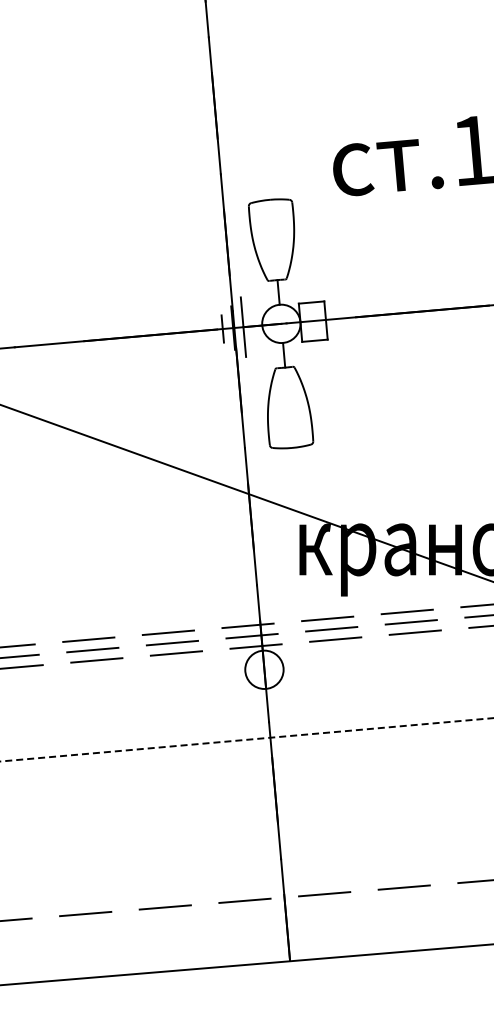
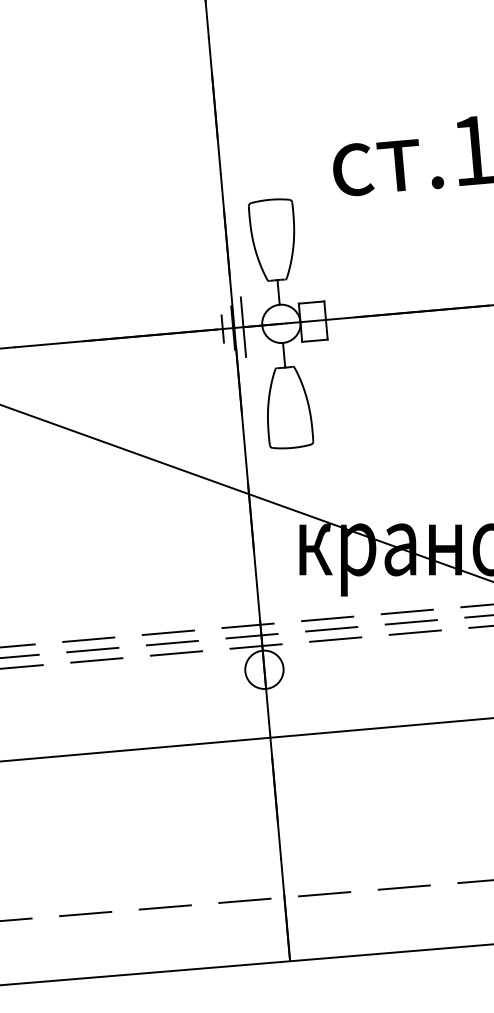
line at (247, 739): dashed -> solid
